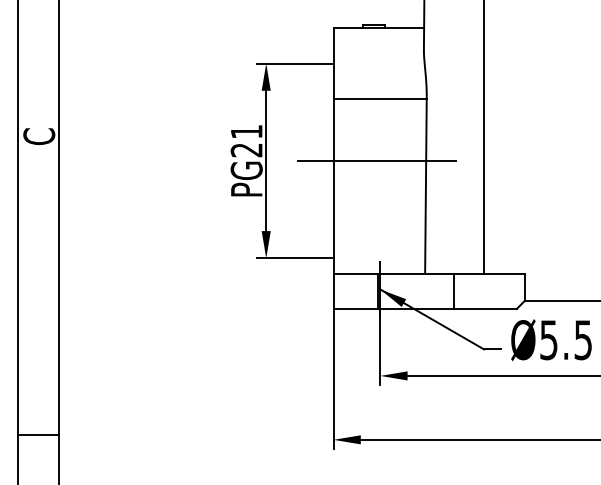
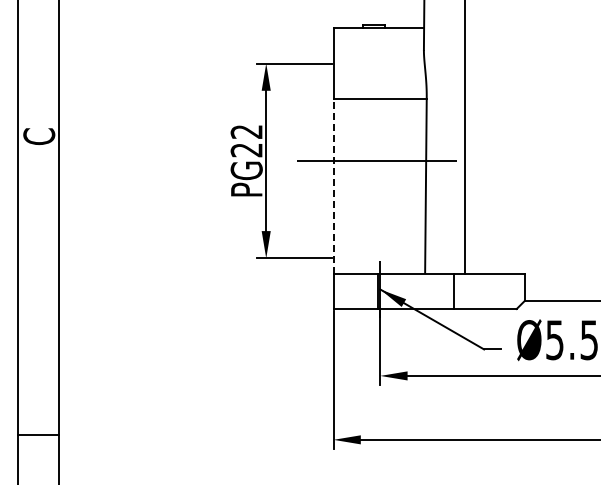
text at (246, 131): PG21 -> PG22
line at (483, 137) position: (483, 137) -> (464, 137)
line at (333, 186): solid -> dashed
text at (551, 340) position: (551, 340) -> (557, 340)
